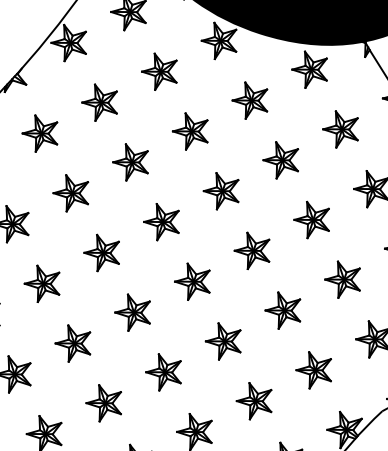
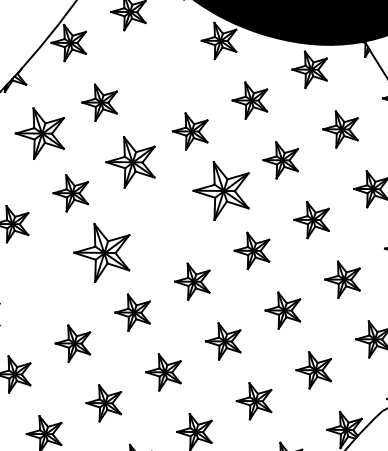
part at (159, 71): present -> none
part at (39, 133) size: 38x39 px -> 51x54 px
part at (130, 162) size: 37x39 px -> 51x53 px
part at (220, 191) size: 38x39 px -> 58x60 px
part at (161, 222): present -> none
part at (101, 252) size: 37x40 px -> 58x60 px
part at (41, 283): present -> none
